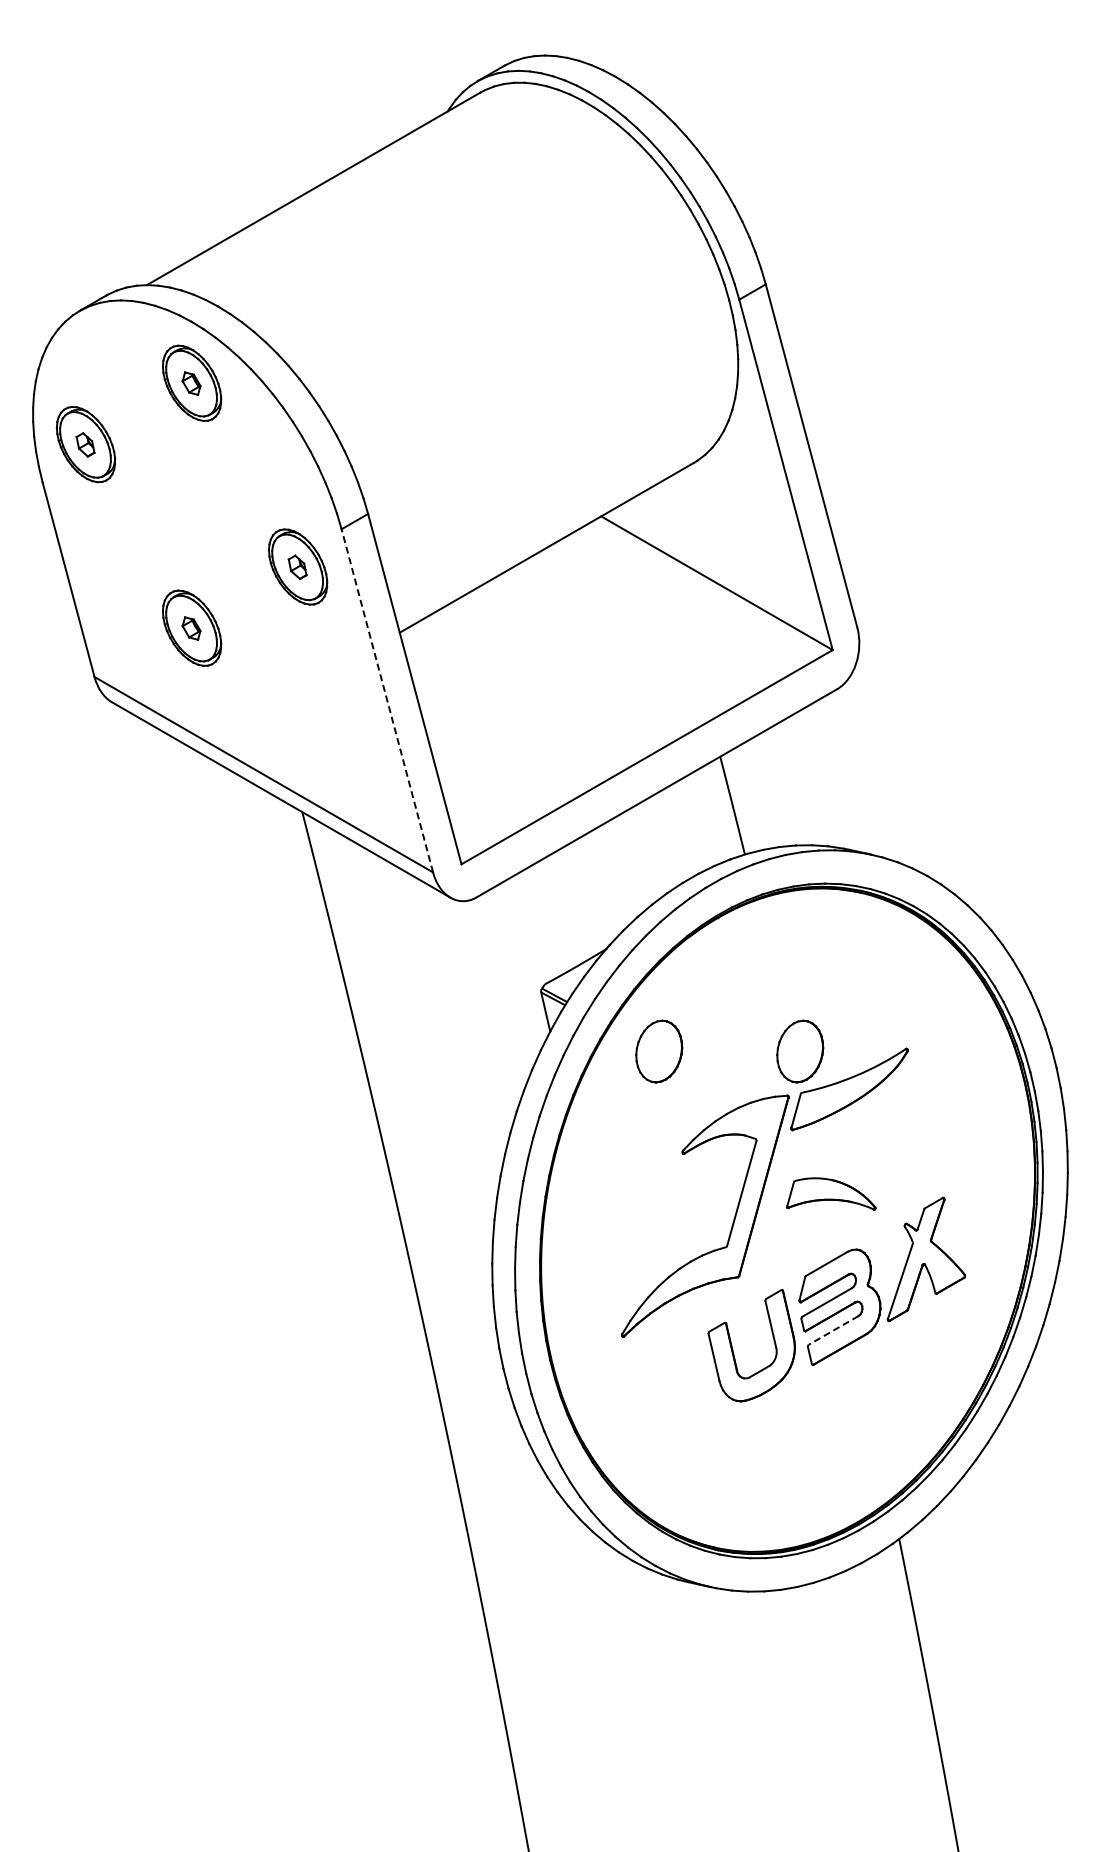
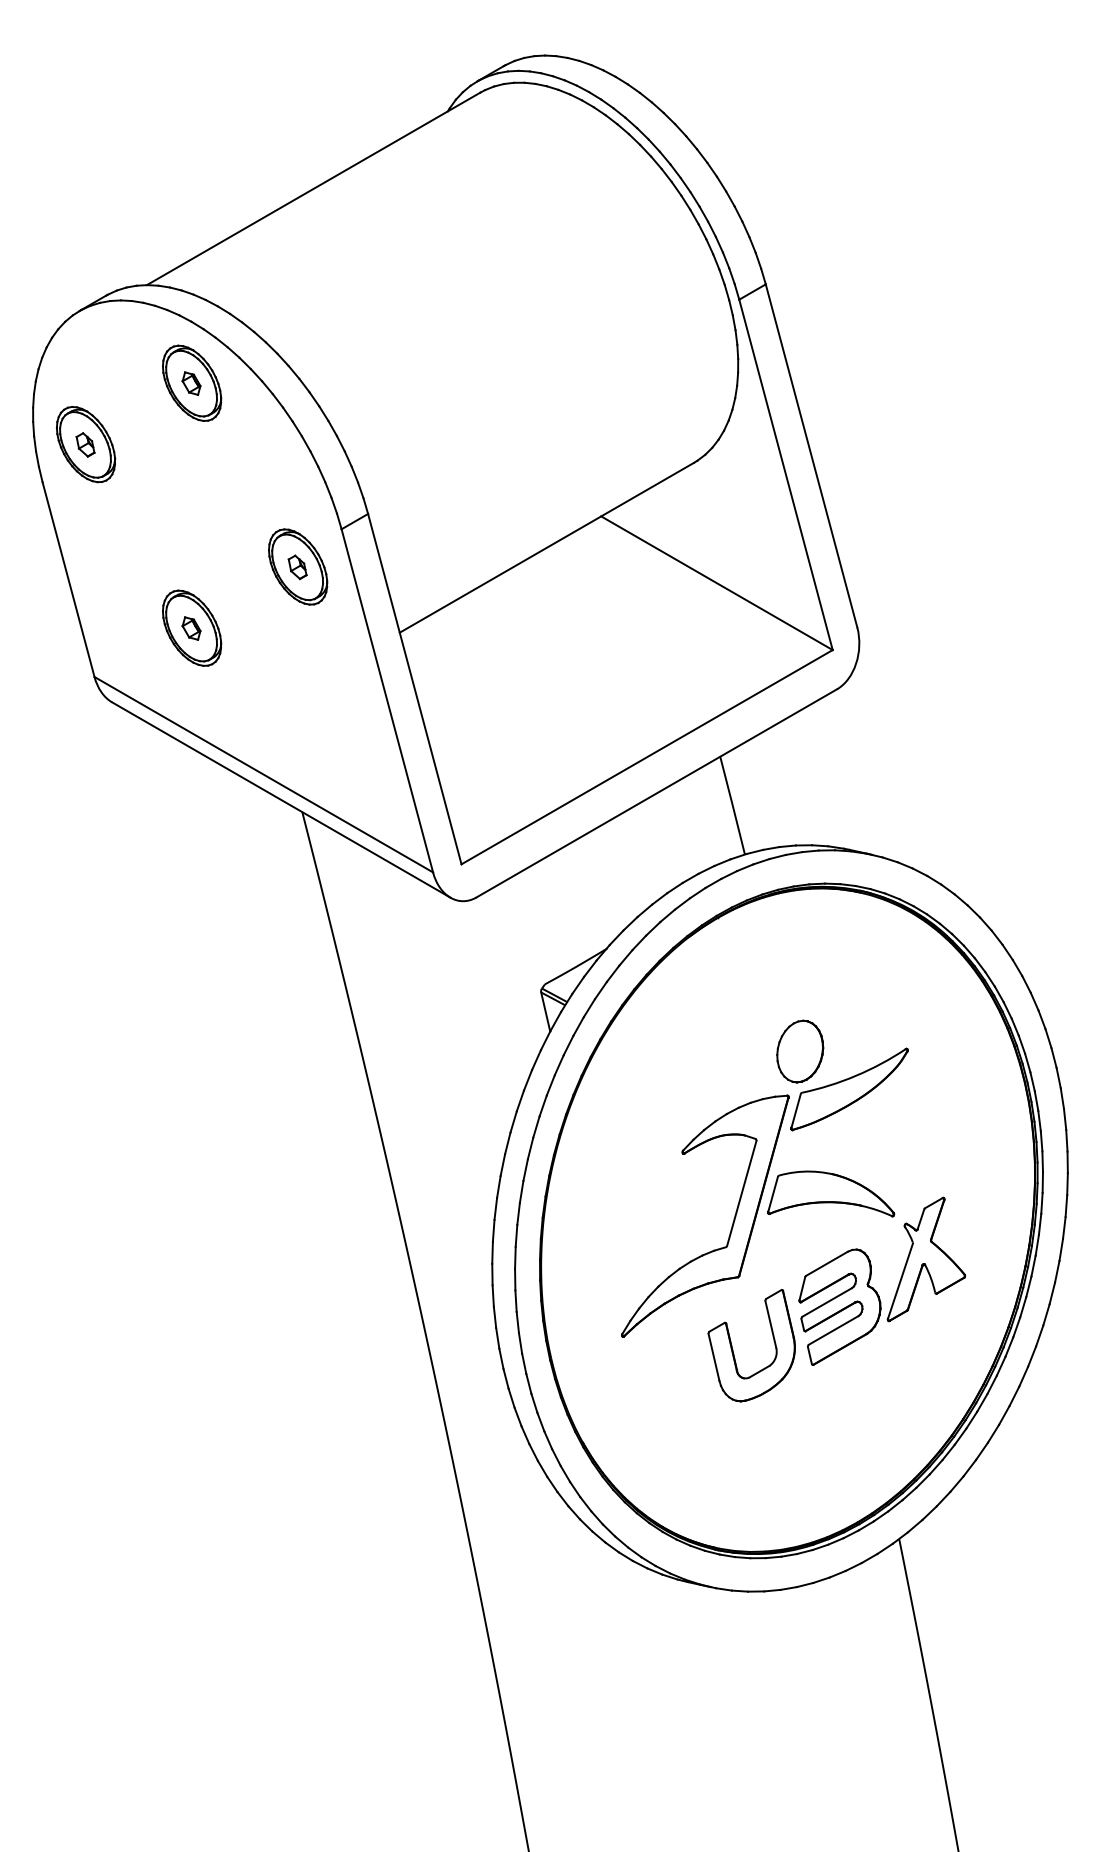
line at (387, 700): dashed -> solid
part at (659, 1051): present -> none
part at (831, 1193) size: 91x34 px -> 129x48 px
line at (833, 1330): dashed -> solid
